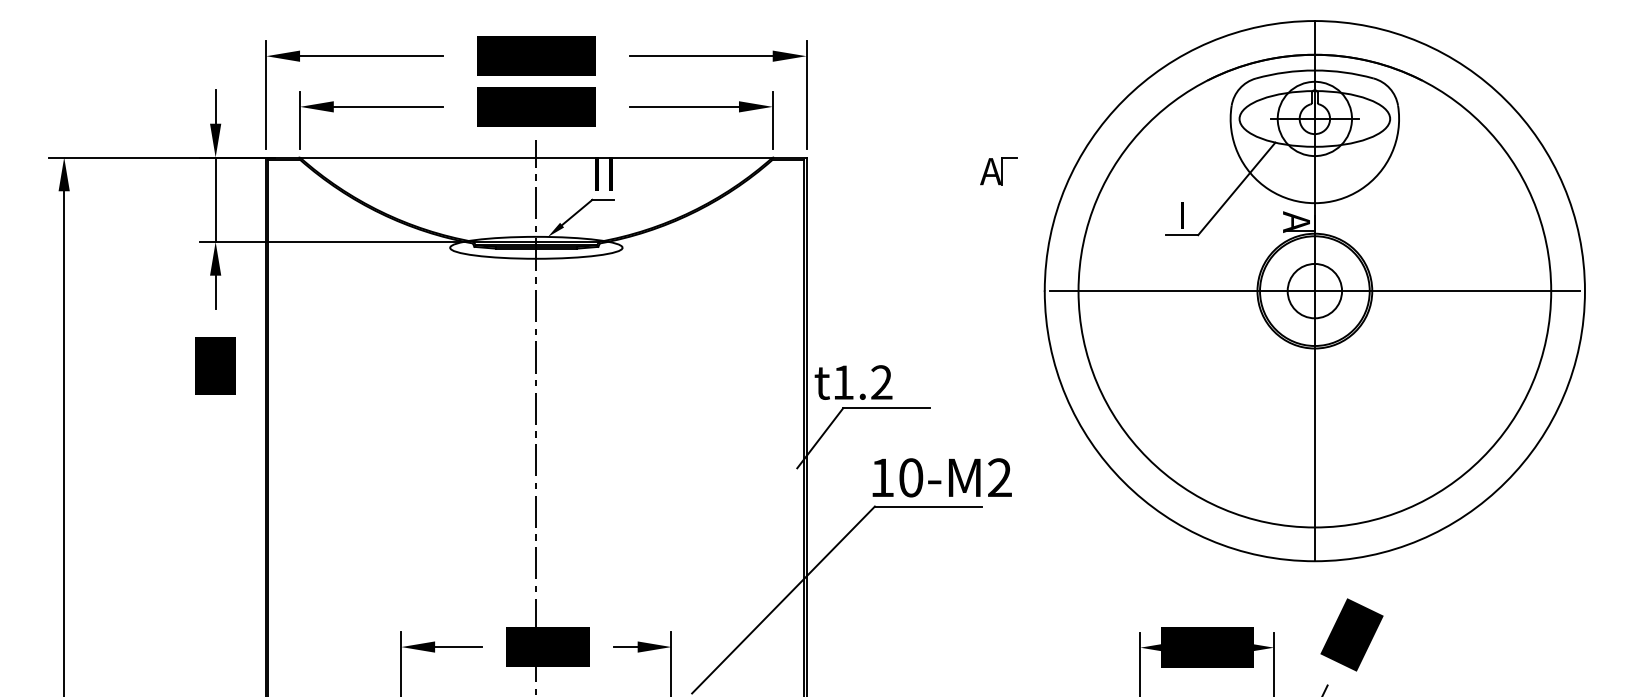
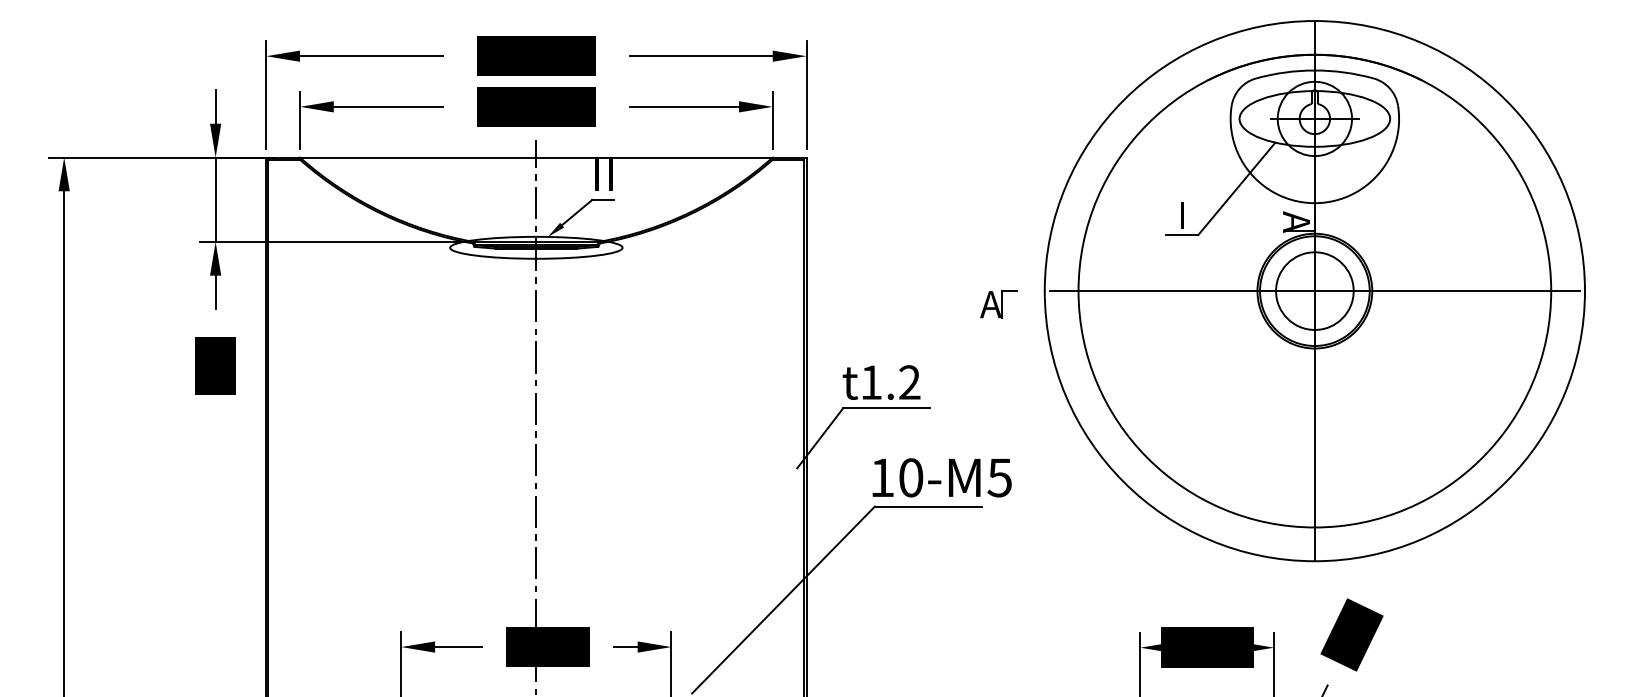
part at (998, 171) position: (998, 171) -> (998, 304)
circle at (1314, 290) diameter: 54 px -> 78 px
text at (853, 382) position: (853, 382) -> (881, 382)
text at (999, 477): 10-M2 -> 10-M5
